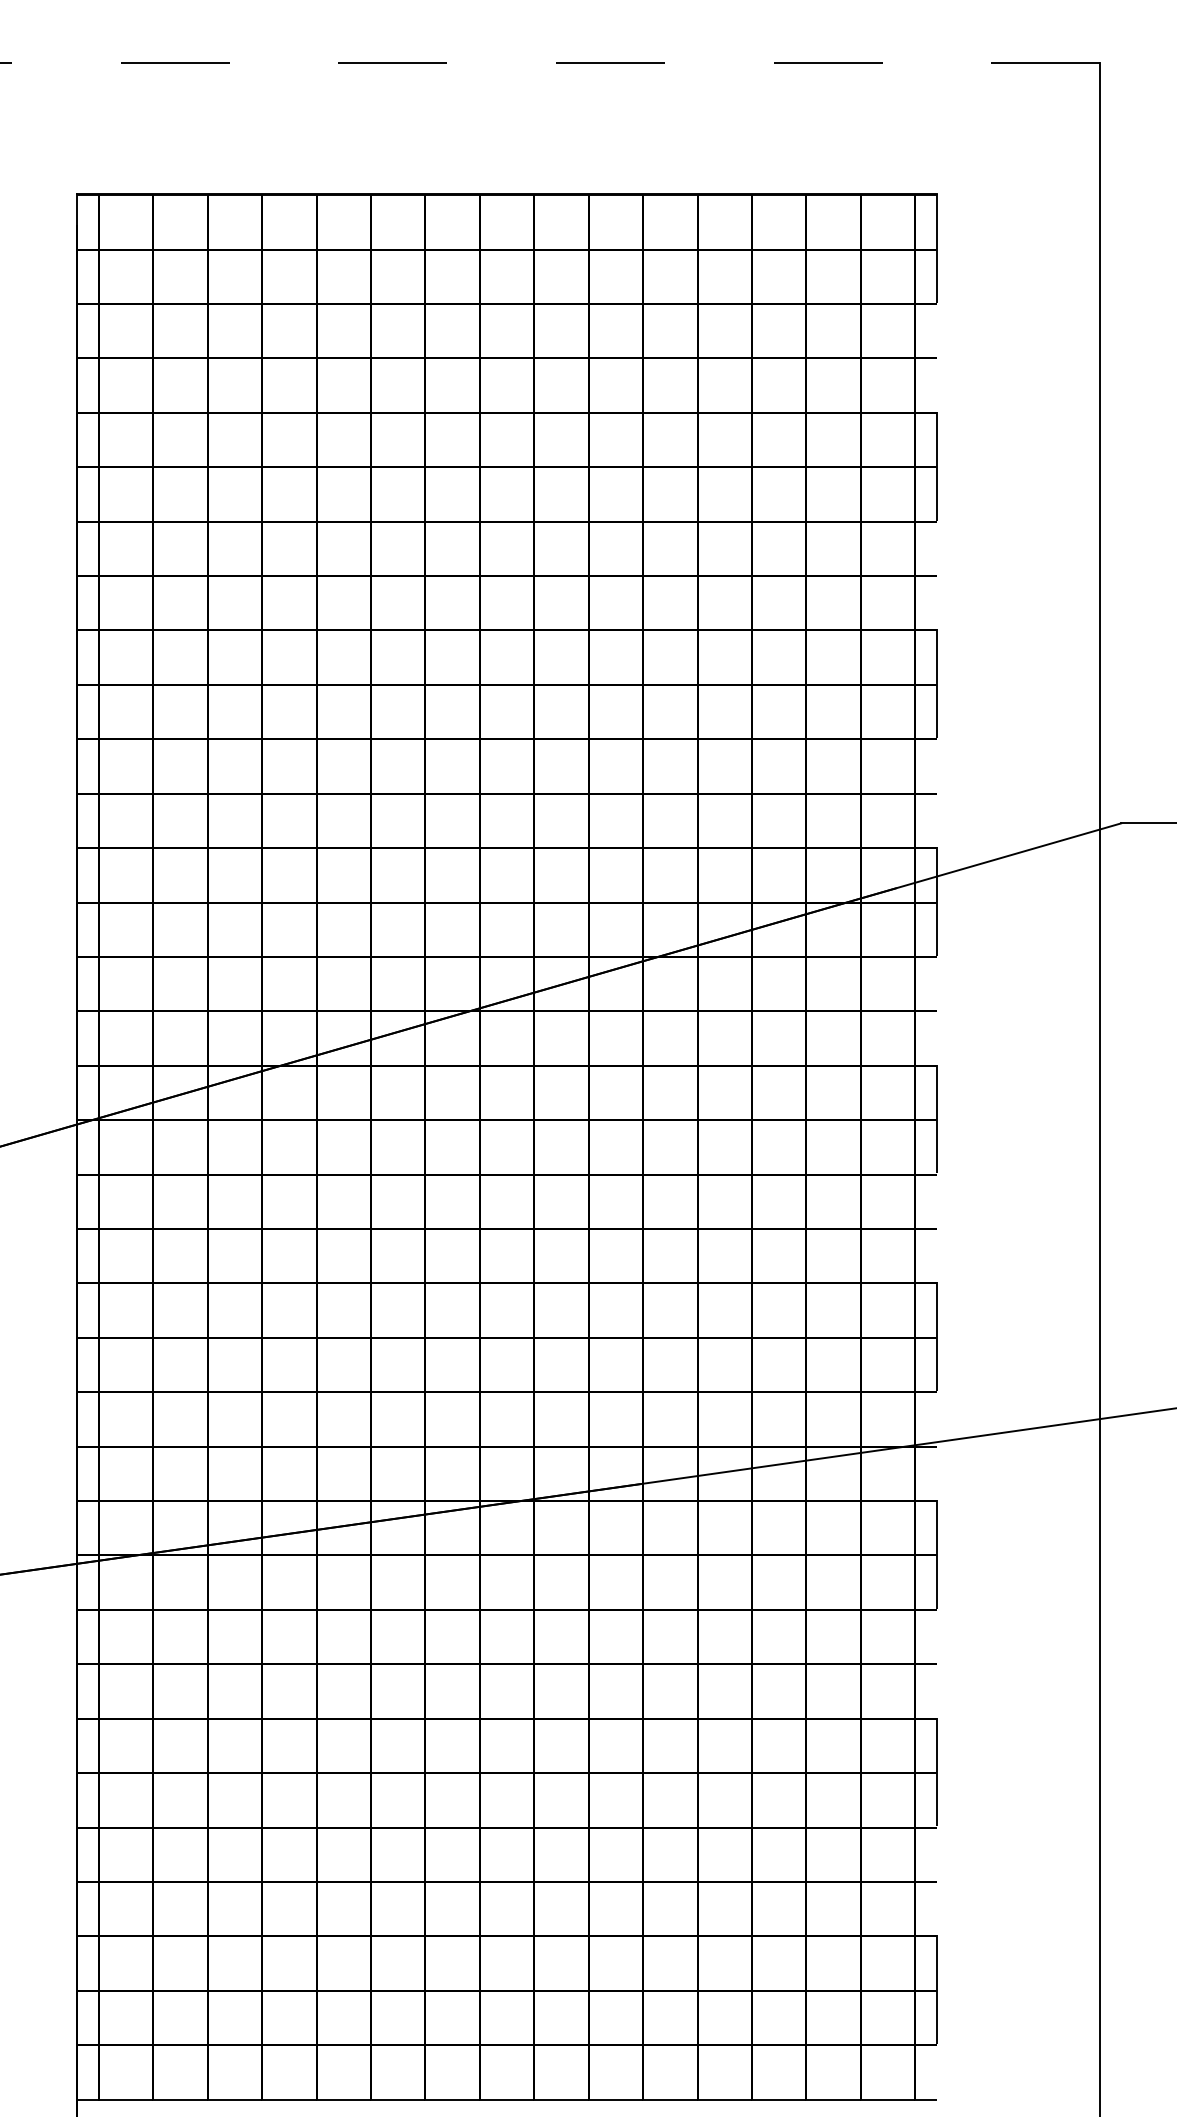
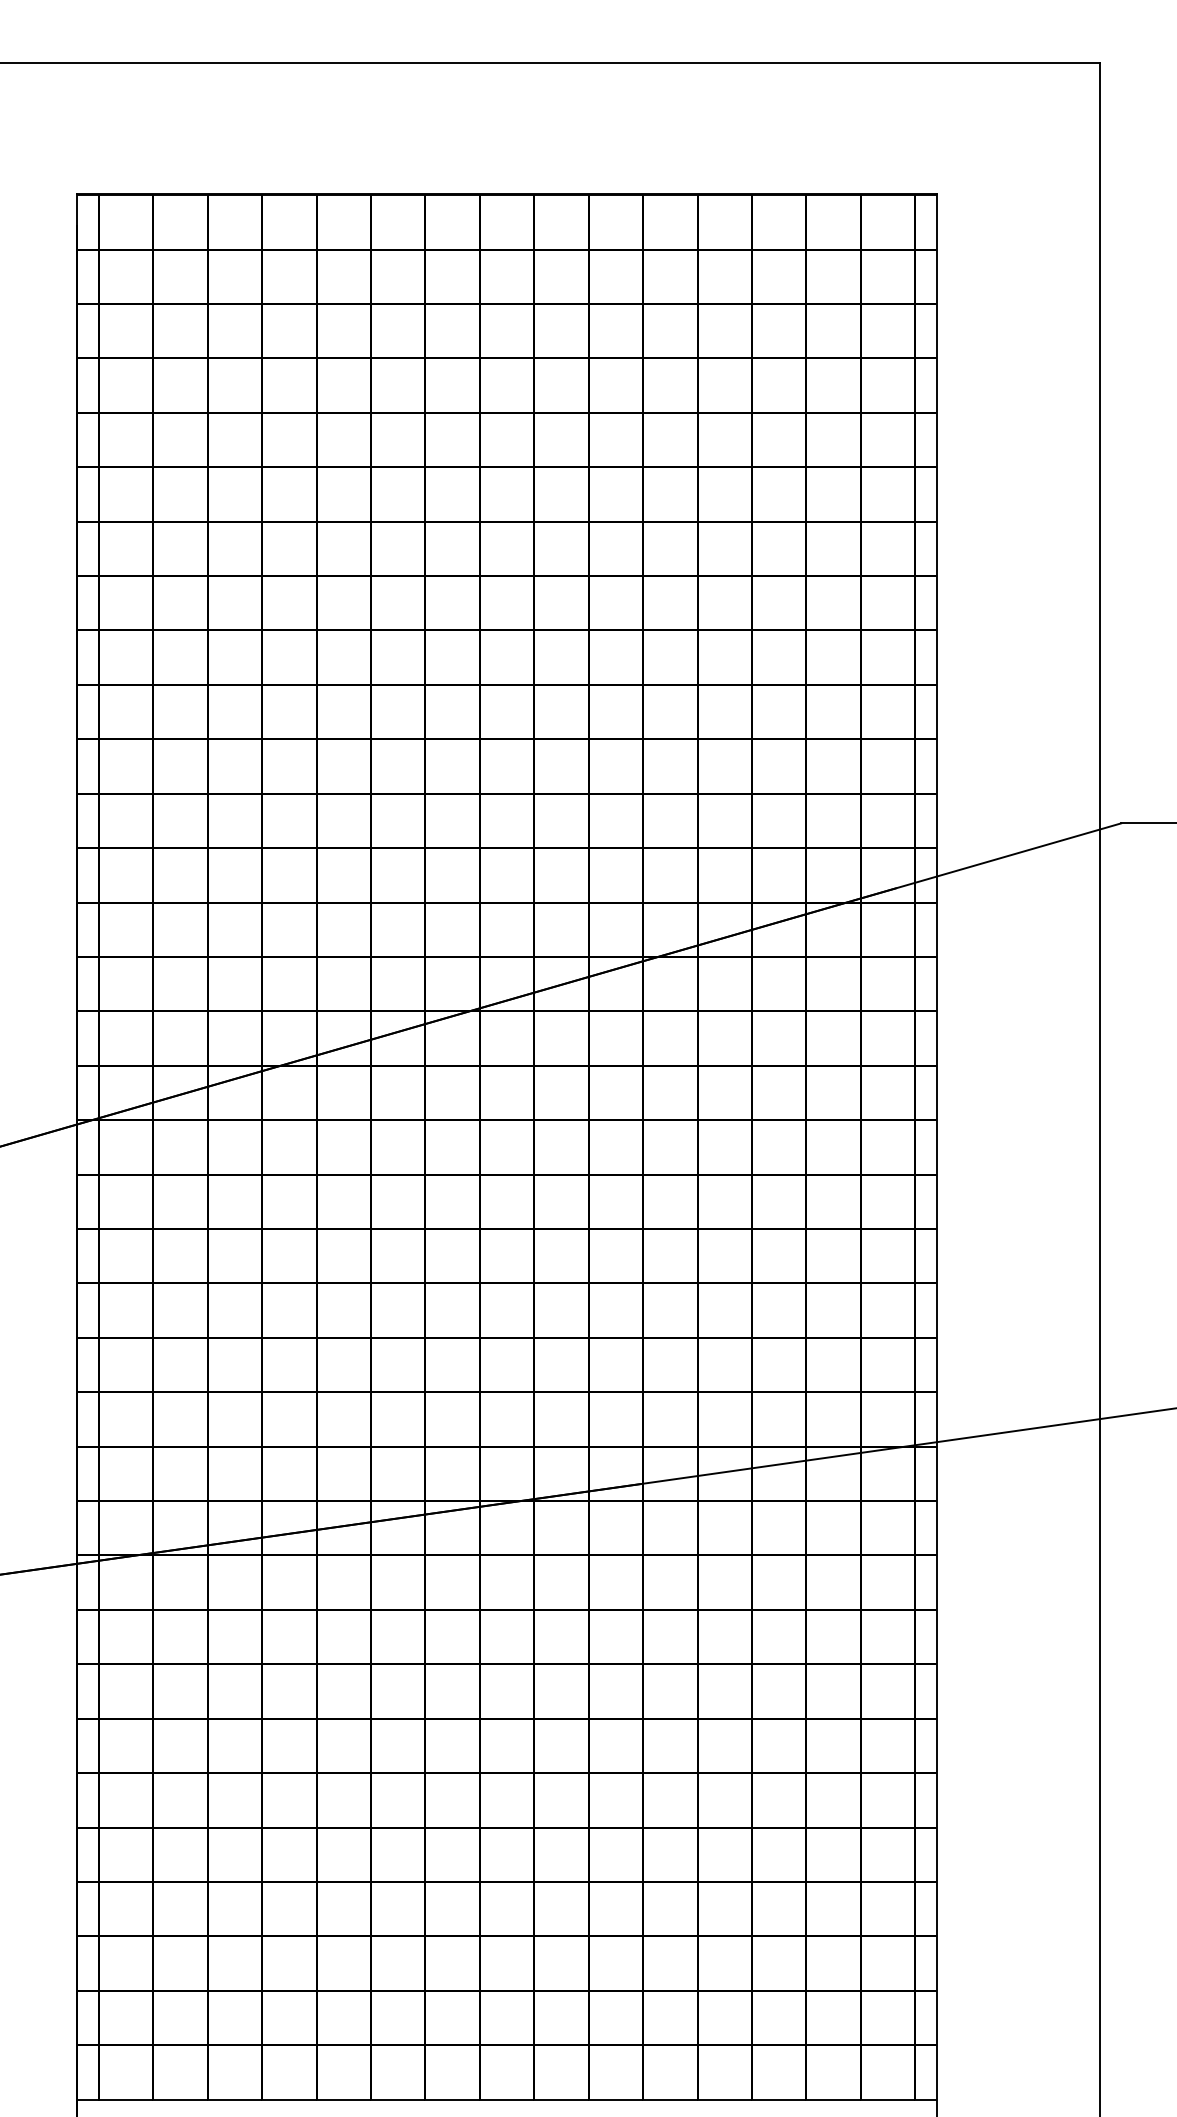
line at (550, 63): dashed -> solid
line at (936, 1155): dashed -> solid
